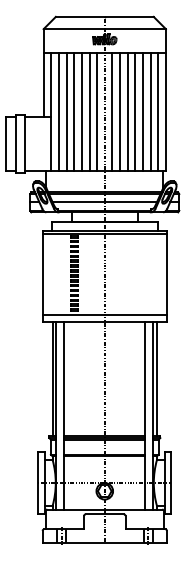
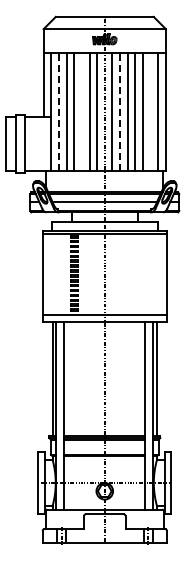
line at (81, 111): present -> none
line at (150, 111): present -> none
line at (59, 112): solid -> dashed
line at (120, 112): solid -> dashed
